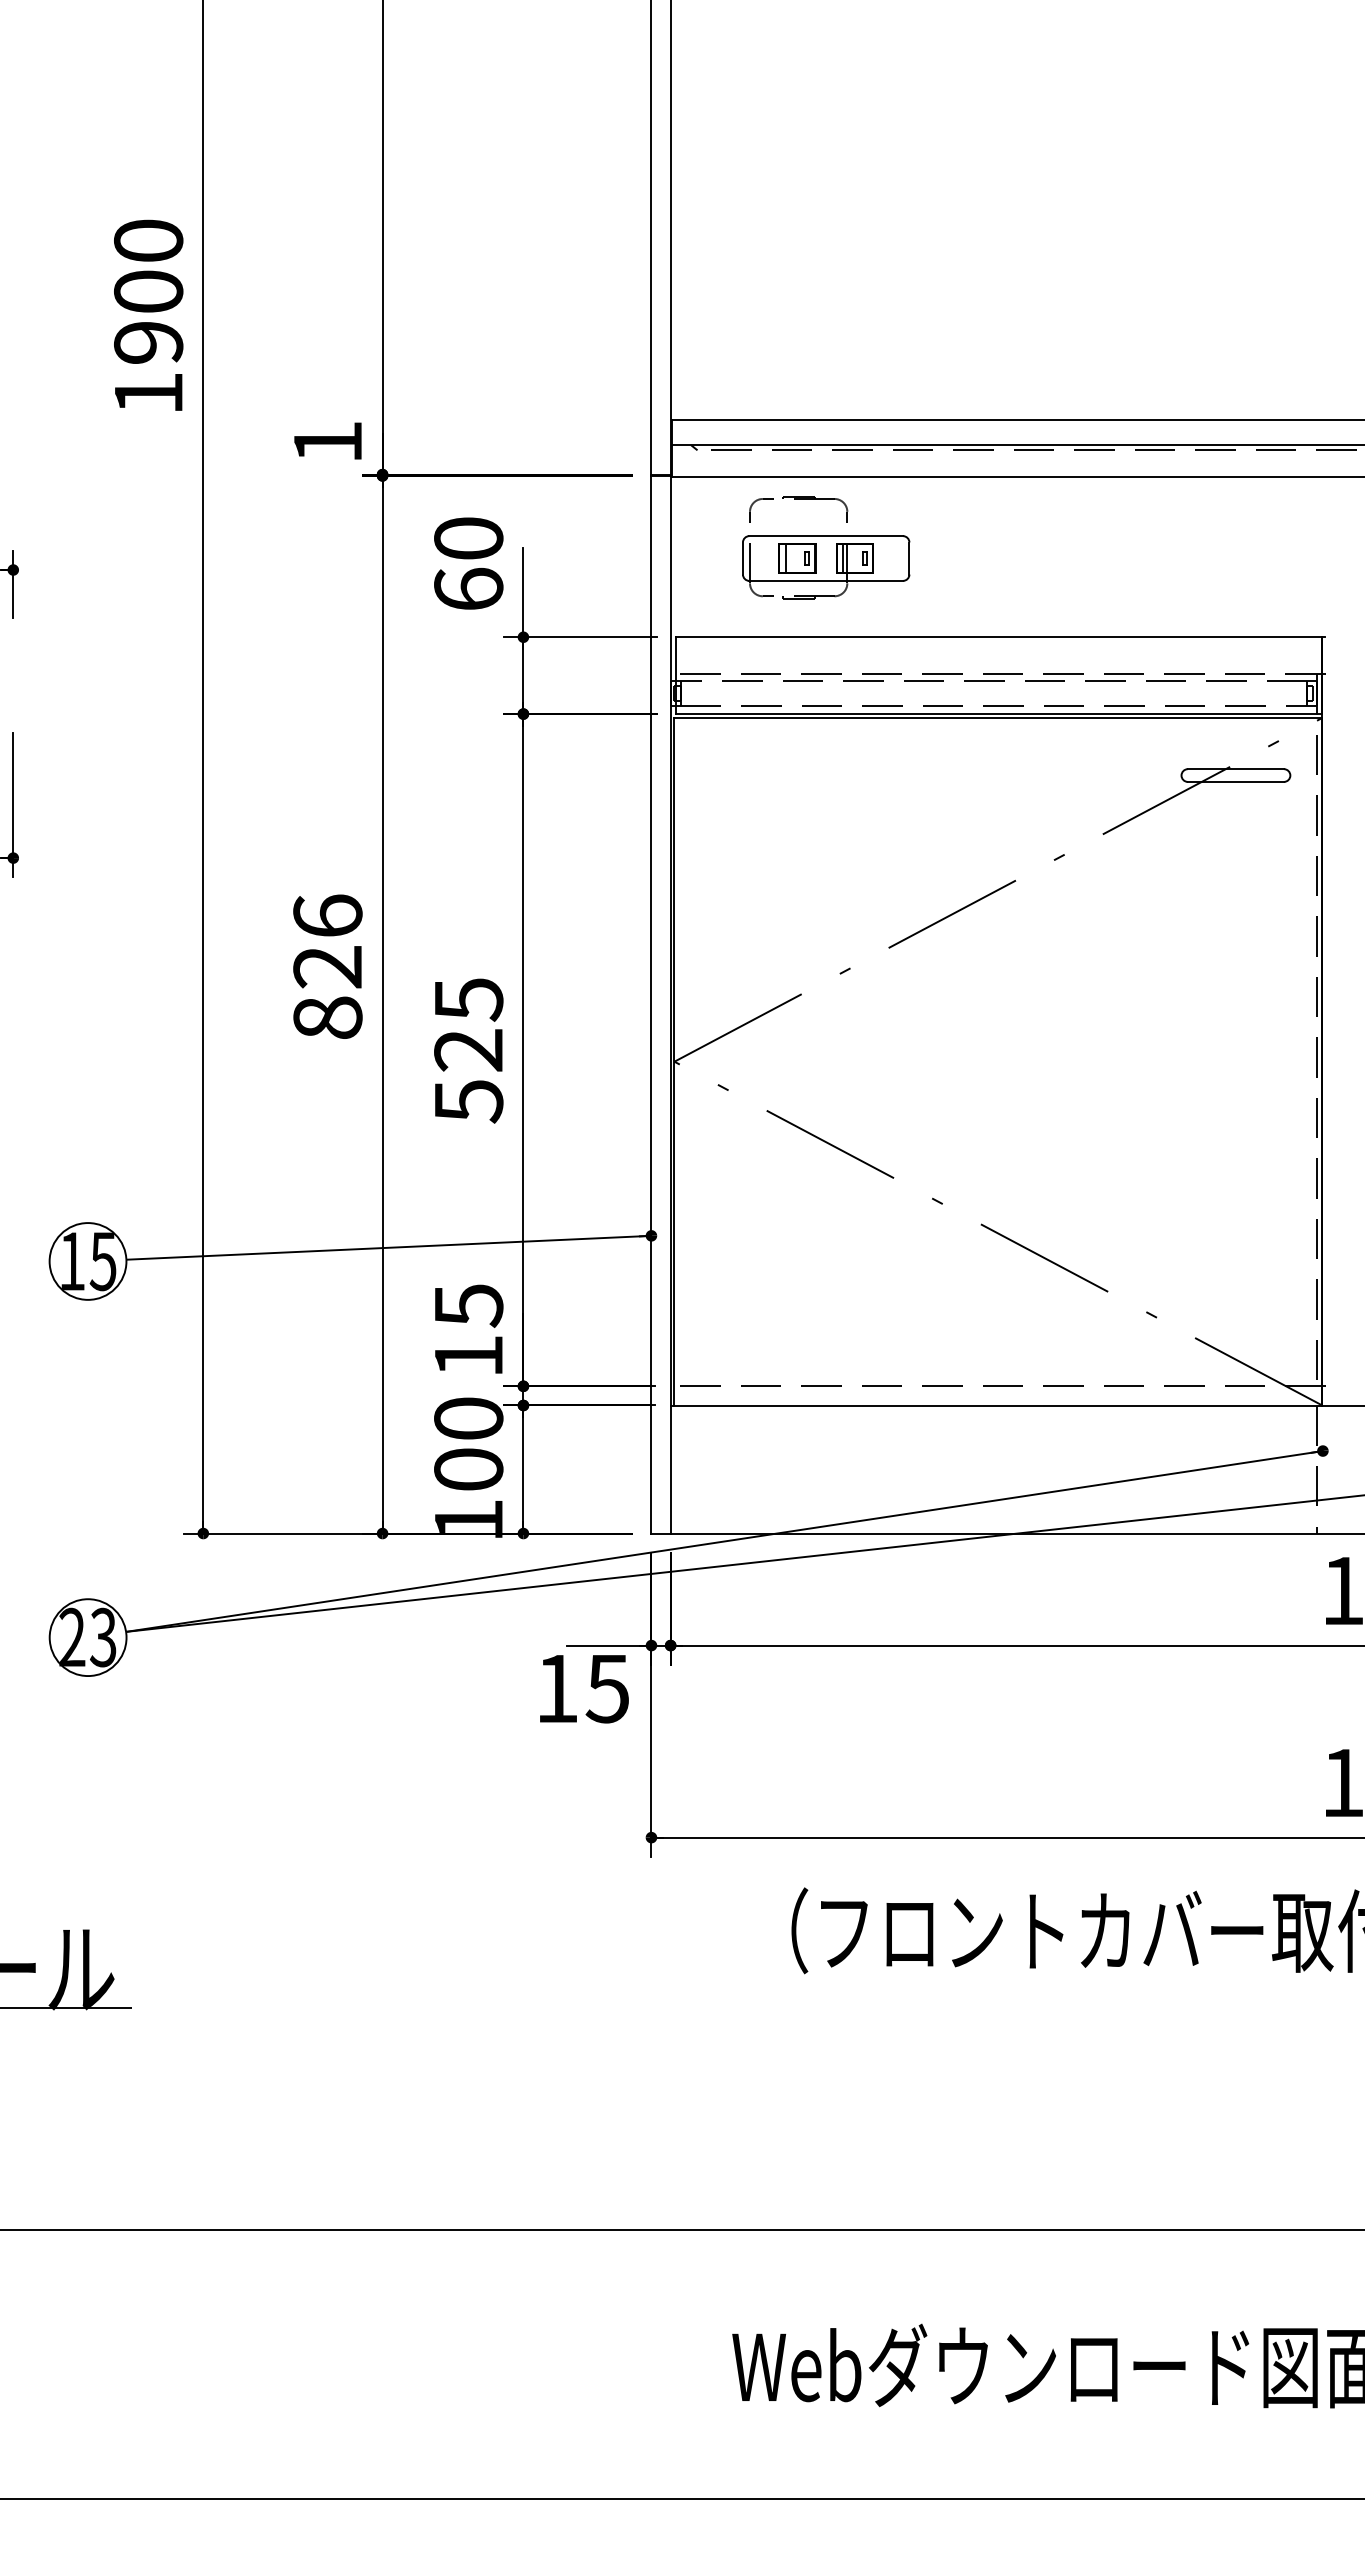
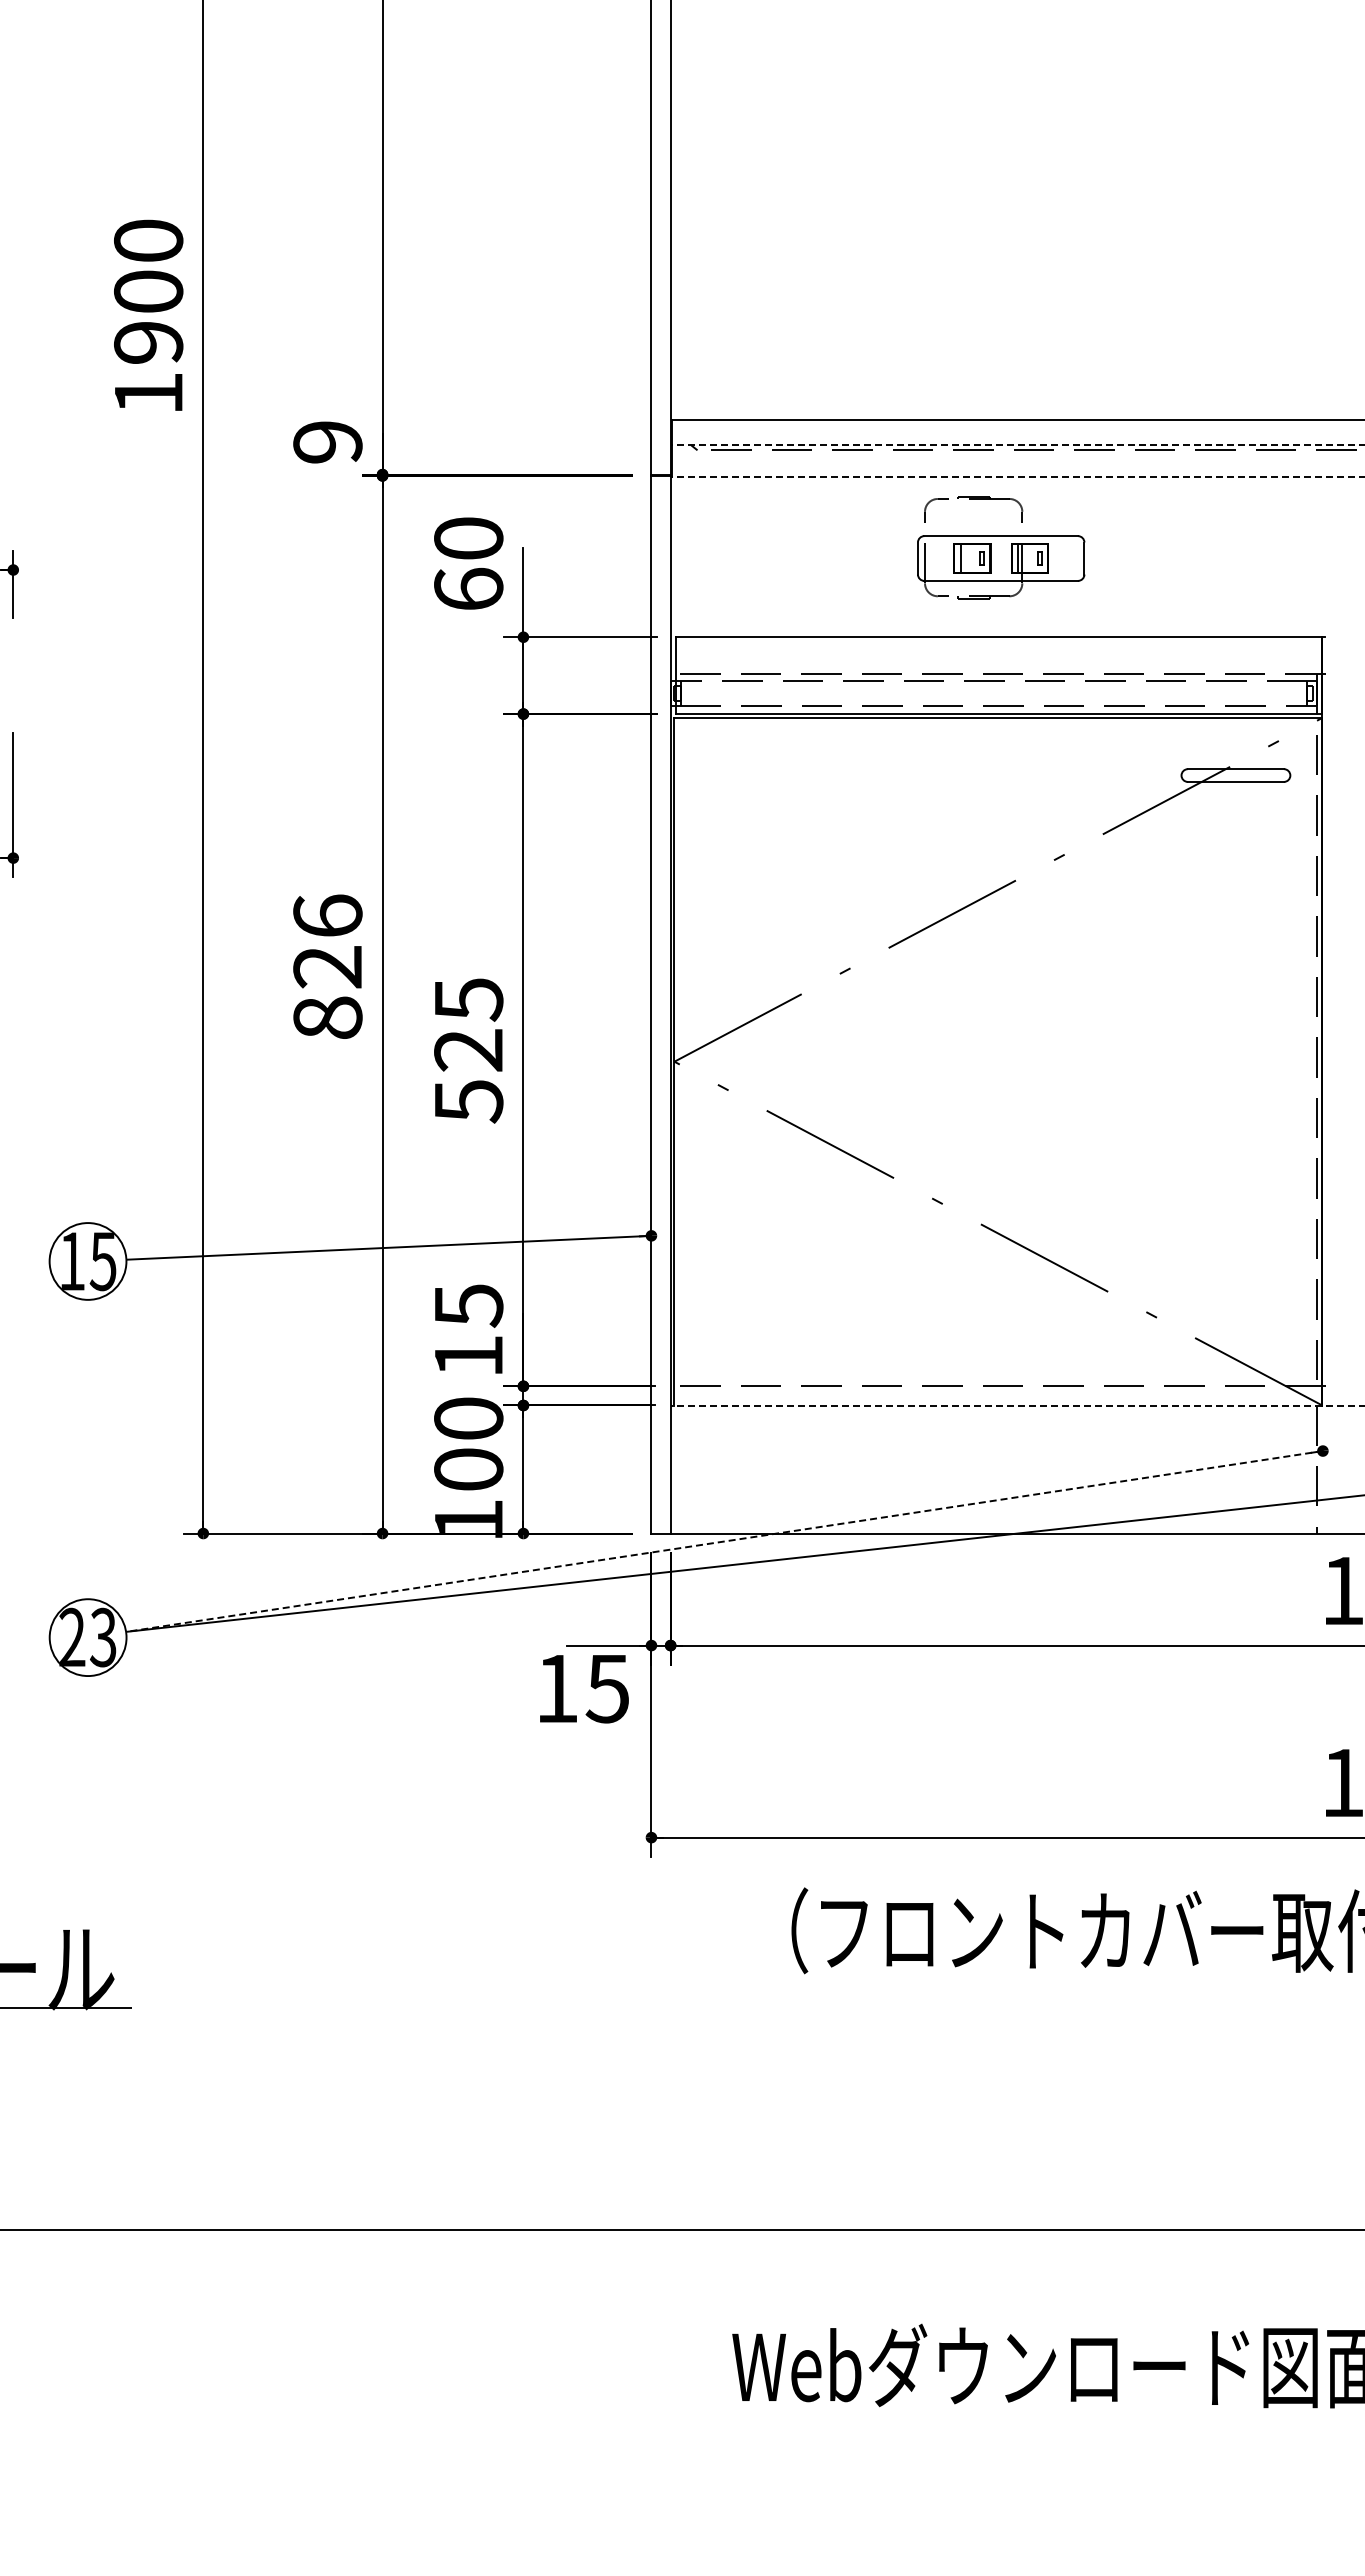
text at (327, 442): 1 -> 9
line at (1017, 445): solid -> dashed
line at (1017, 477): solid -> dashed
part at (826, 547) position: (826, 547) -> (1001, 547)
line at (1017, 1405): solid -> dashed
line at (724, 1541): solid -> dashed
line at (681, 2498): present -> none
